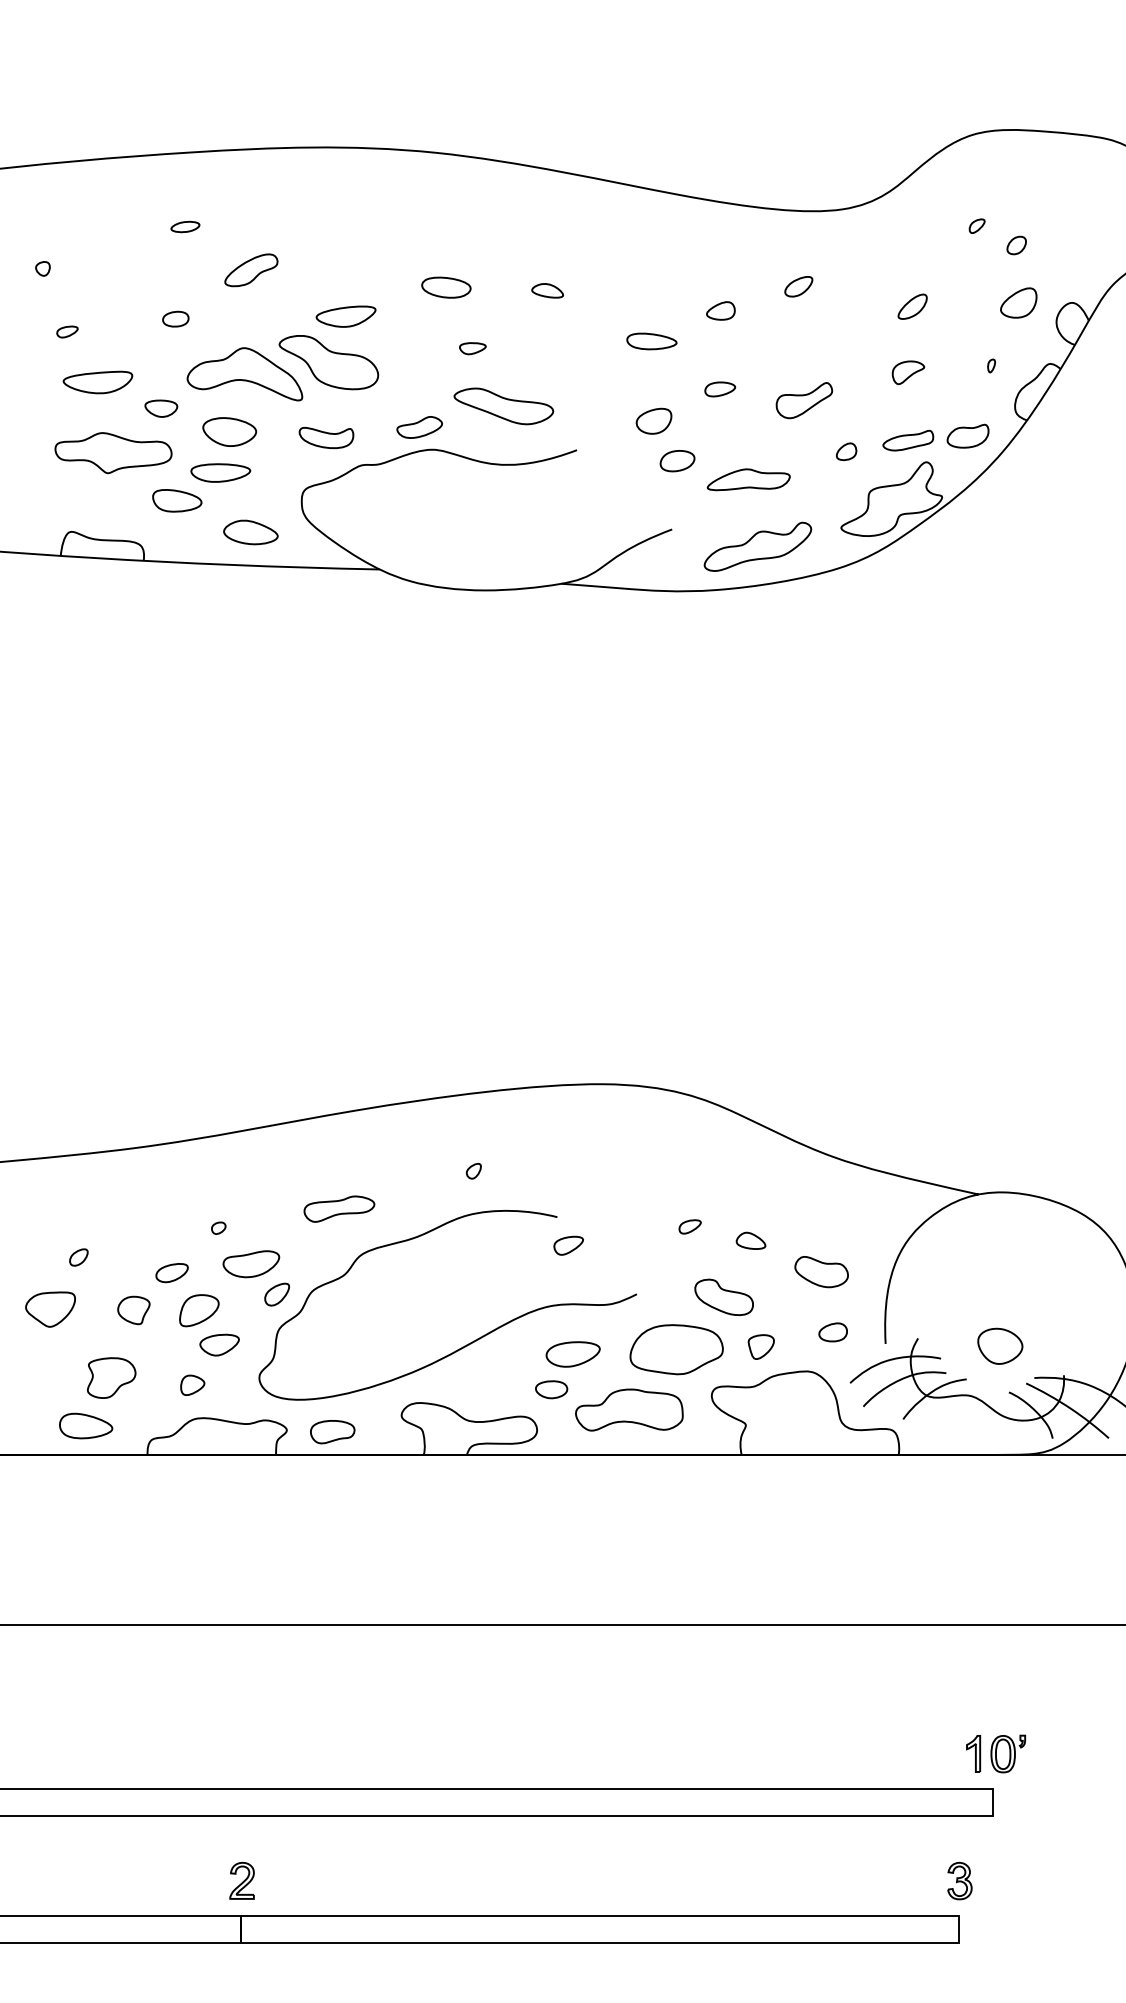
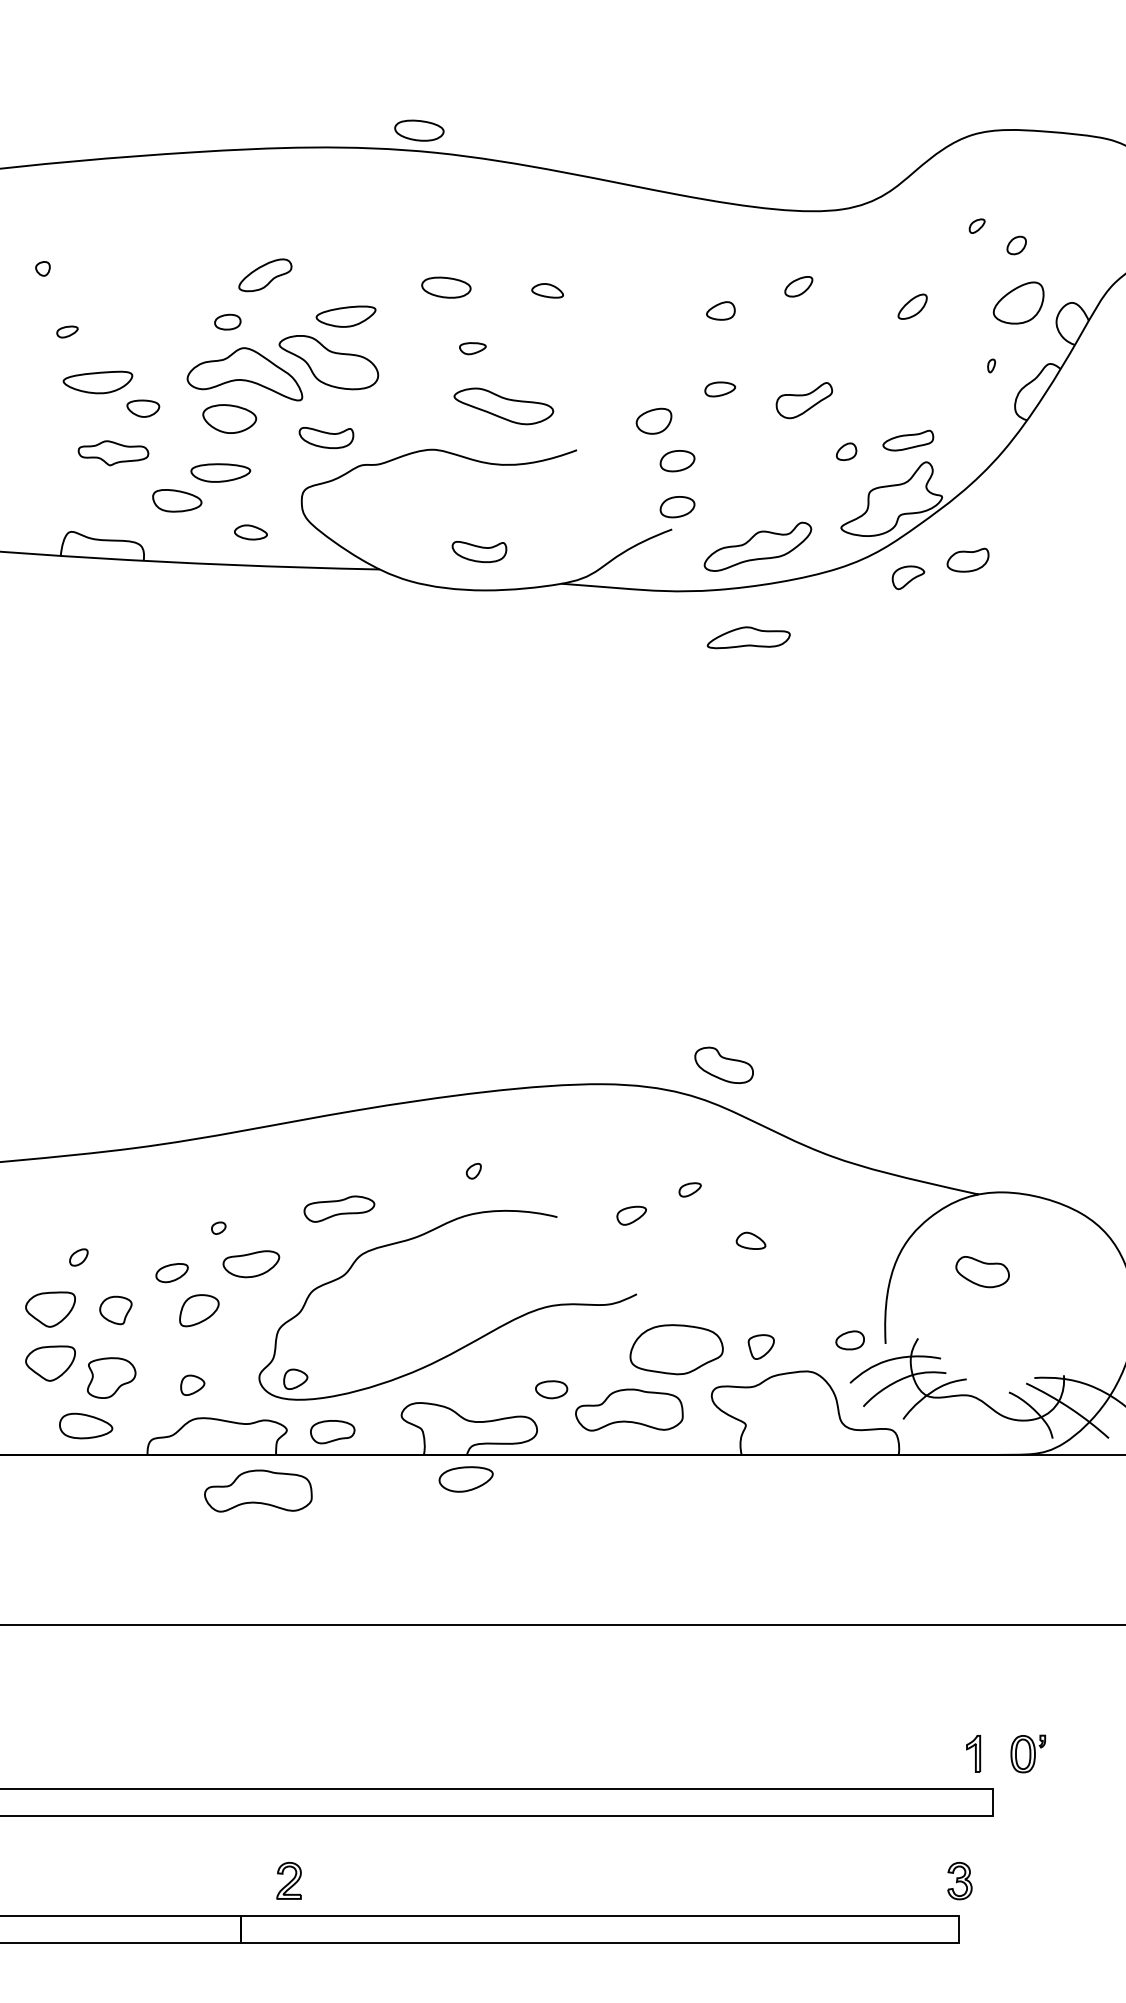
part at (419, 130): none -> present
part at (185, 226): present -> none
part at (251, 270) position: (251, 270) -> (265, 275)
part at (1018, 302) size: 38x32 px -> 53x44 px
part at (175, 318) position: (175, 318) -> (227, 321)
part at (651, 341): present -> none
part at (908, 372) position: (908, 372) -> (908, 577)
part at (161, 408) position: (161, 408) -> (143, 408)
part at (419, 427): present -> none
part at (229, 431) position: (229, 431) -> (229, 418)
part at (967, 435) position: (967, 435) -> (967, 559)
part at (113, 453) size: 119x43 px -> 73x27 px
part at (748, 479) position: (748, 479) -> (748, 637)
part at (677, 507): none -> present
part at (250, 532) size: 56x27 px -> 34x17 px
part at (479, 552): none -> present
part at (689, 1226) position: (689, 1226) -> (689, 1189)
part at (568, 1245) position: (568, 1245) -> (631, 1215)
part at (821, 1272) position: (821, 1272) -> (982, 1272)
part at (277, 1294): present -> none
part at (723, 1296) position: (723, 1296) -> (723, 1064)
part at (133, 1310) position: (133, 1310) -> (115, 1310)
part at (832, 1332) position: (832, 1332) -> (849, 1340)
part at (219, 1344): present -> none
part at (1000, 1345): present -> none
part at (572, 1354) position: (572, 1354) -> (465, 1479)
part at (50, 1363): none -> present
part at (295, 1378): none -> present
part at (258, 1490): none -> present
part at (1008, 1753) position: (1008, 1753) -> (1028, 1753)
part at (241, 1880) position: (241, 1880) -> (288, 1880)
